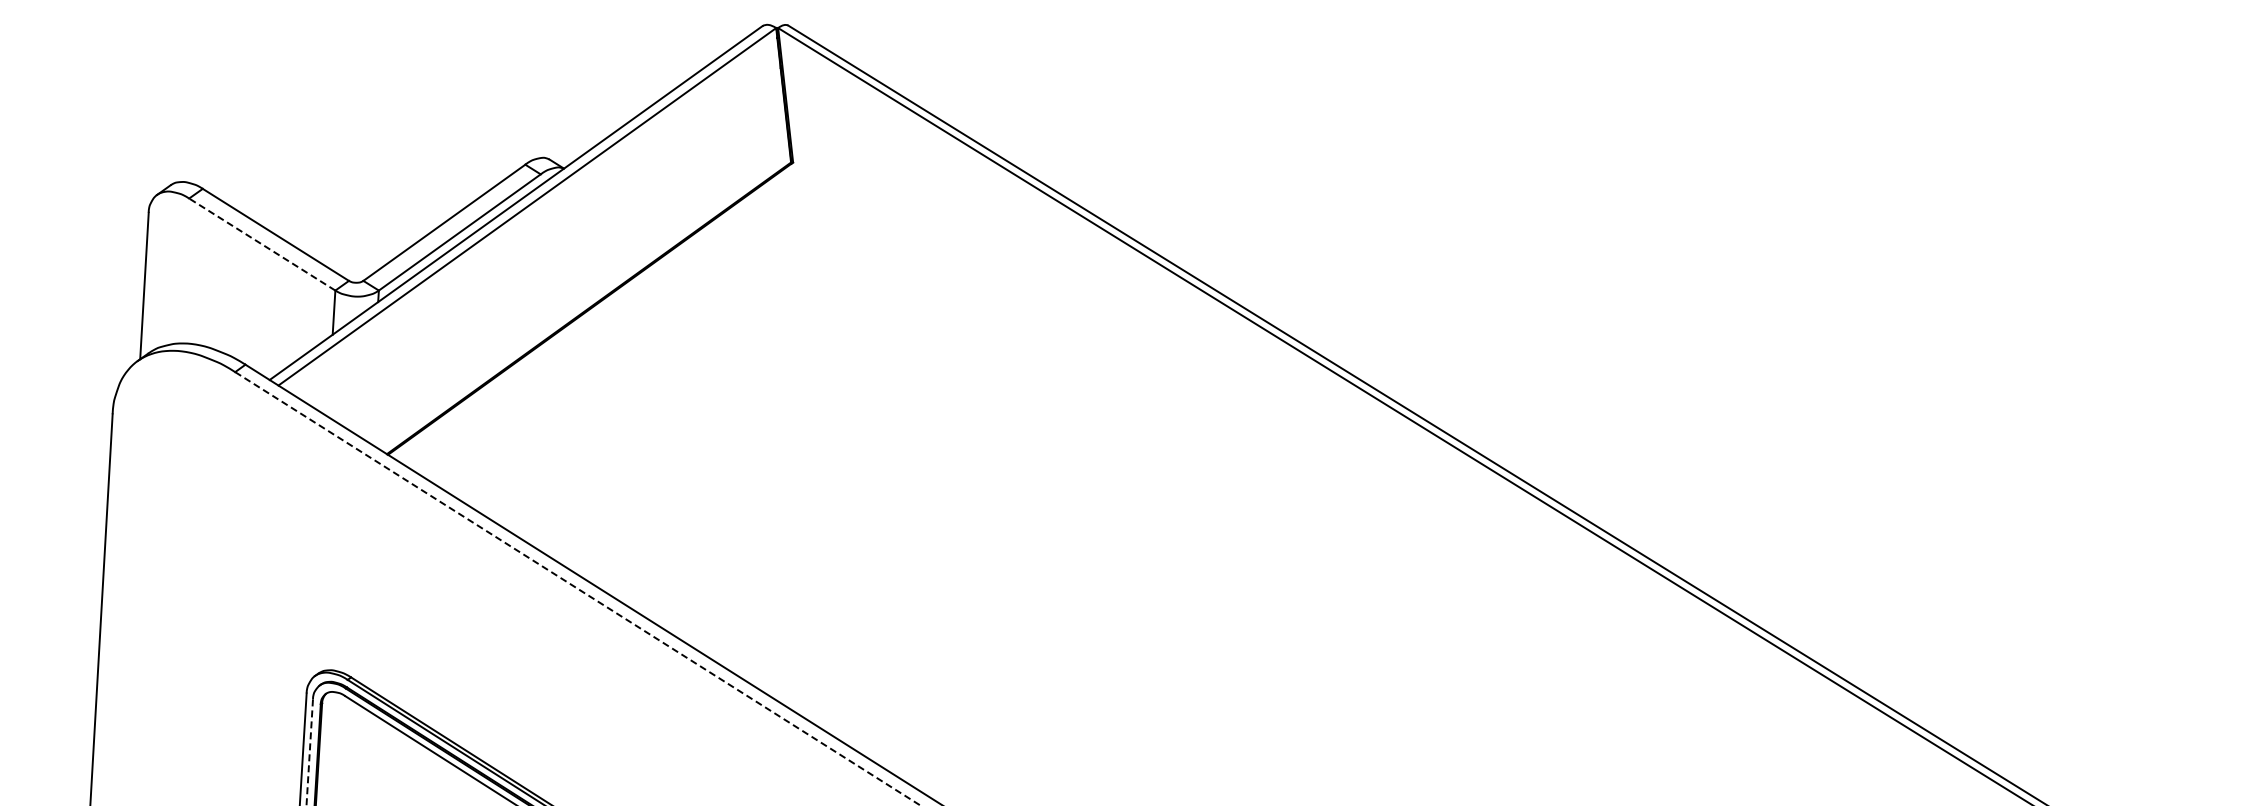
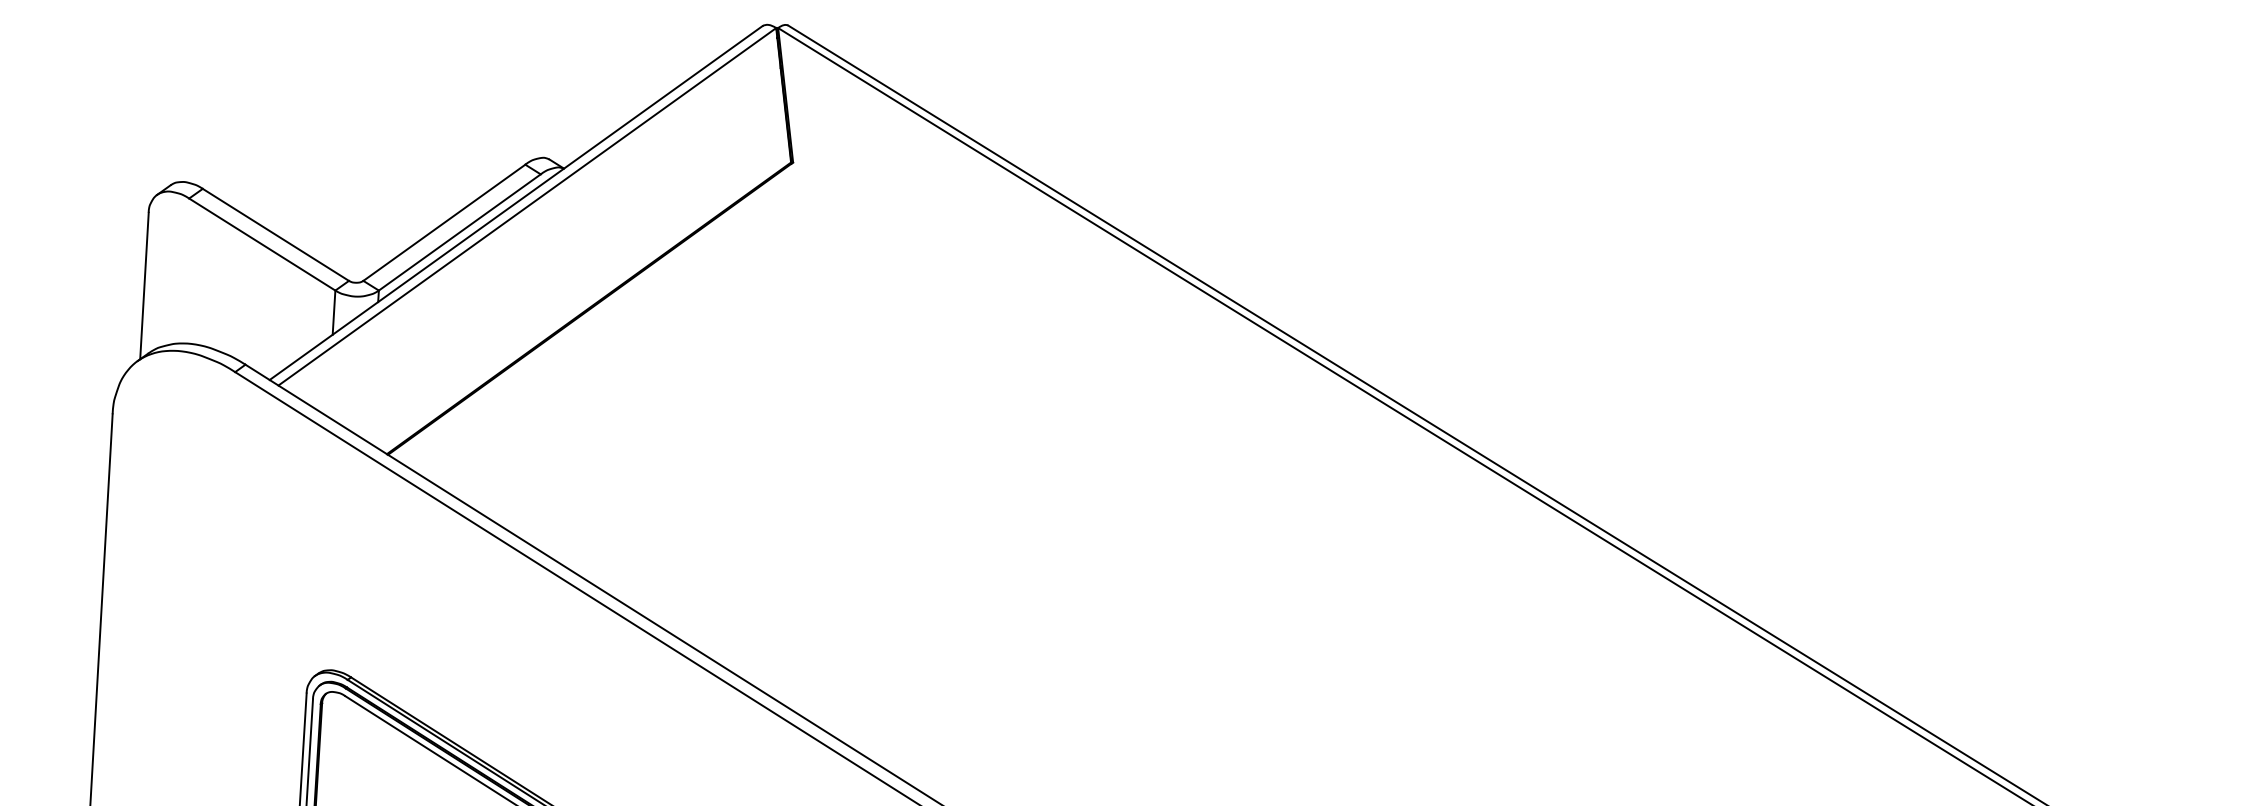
line at (261, 244): dashed -> solid
line at (578, 589): dashed -> solid
line at (309, 752): dashed -> solid
